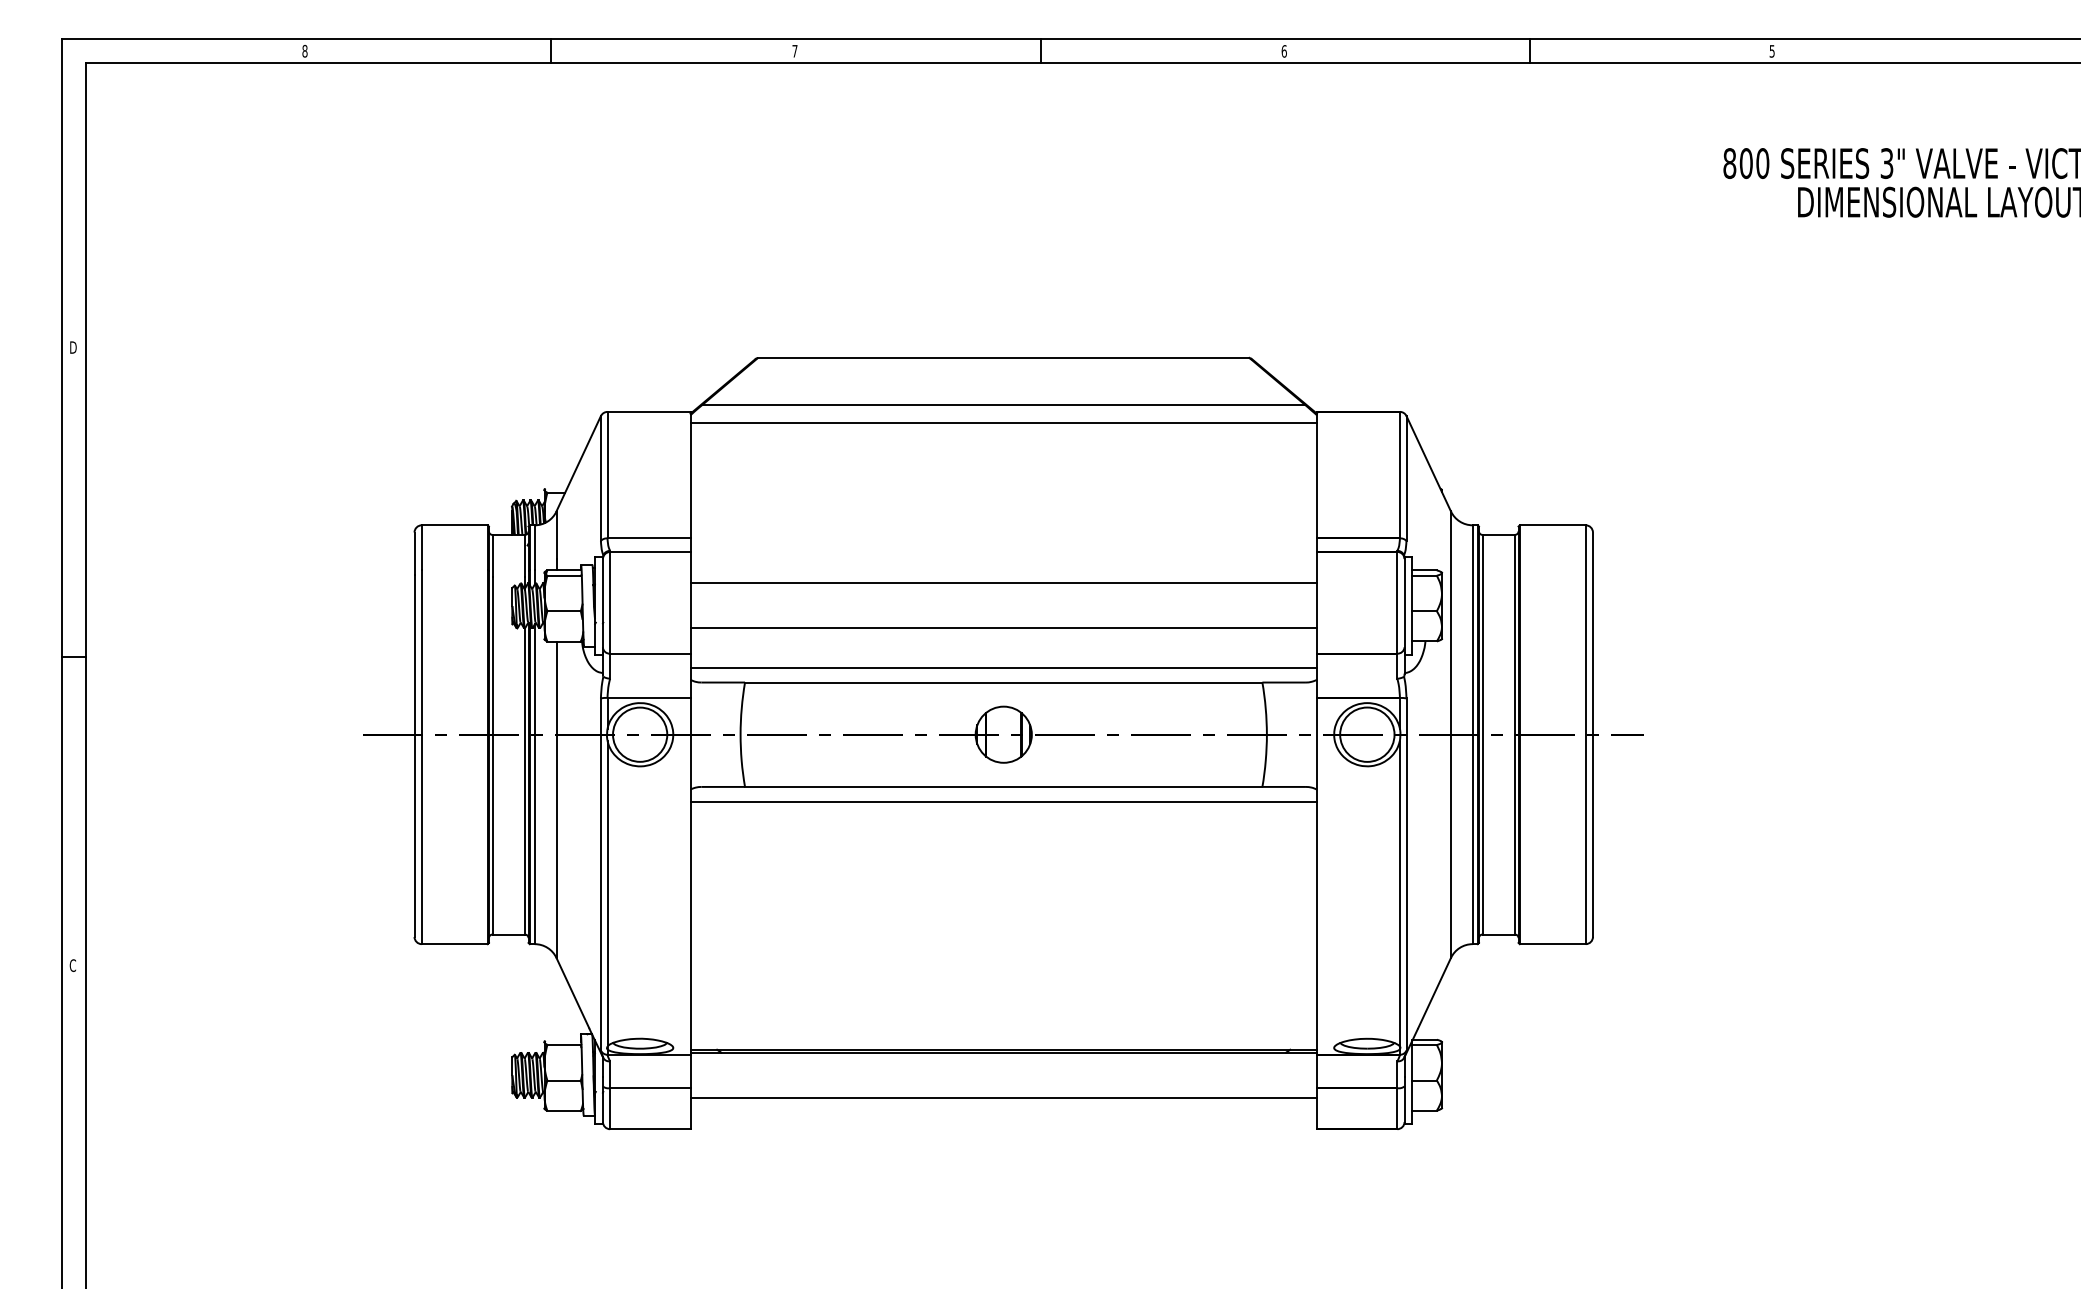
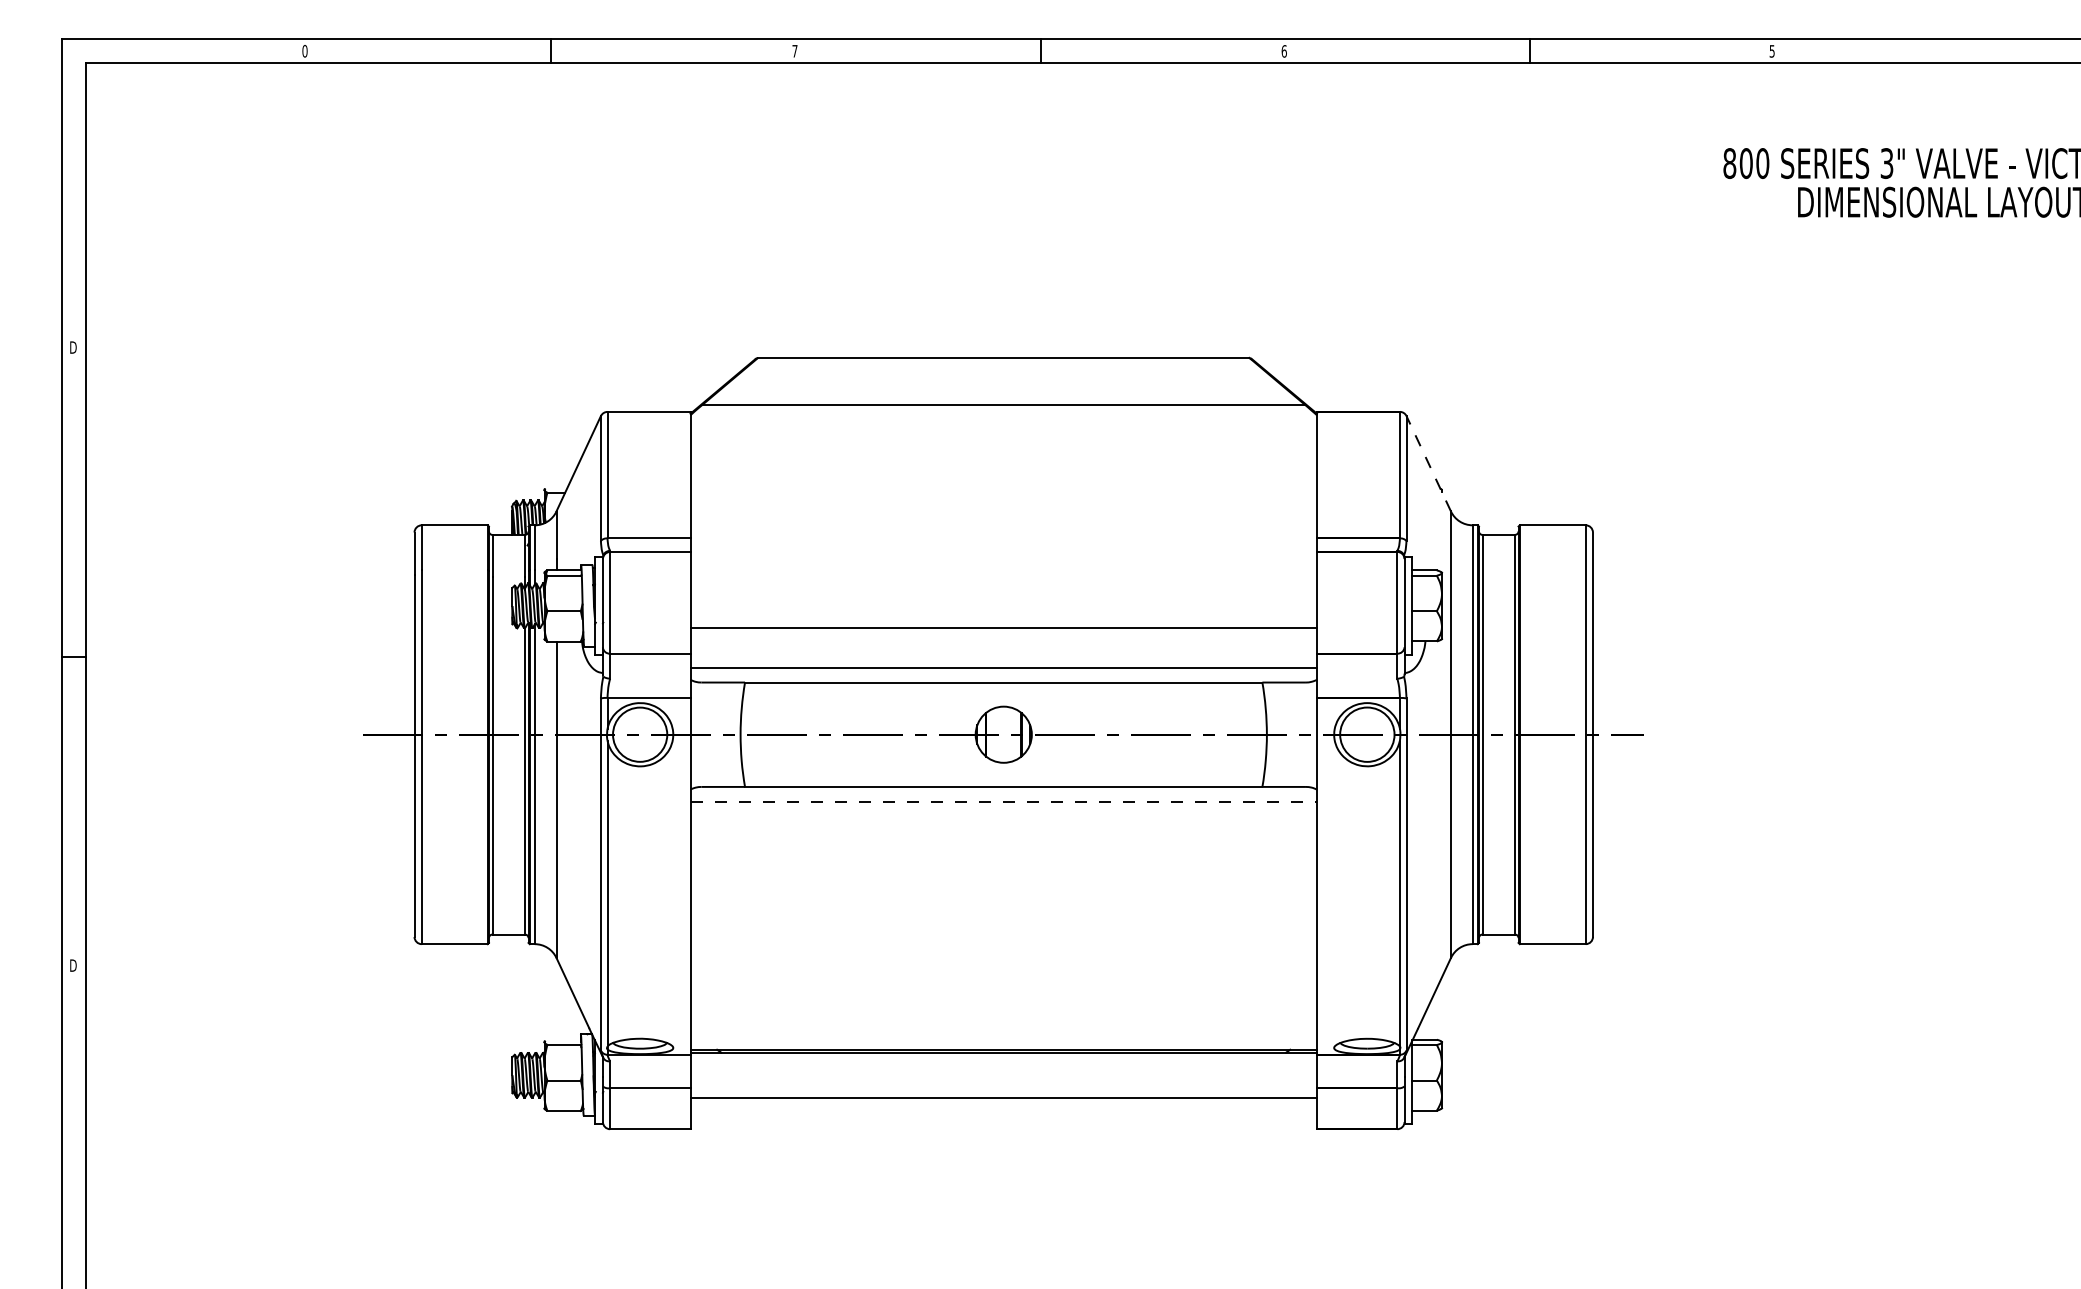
text at (304, 51): 8 -> 0
line at (1003, 422): present -> none
line at (1428, 463): solid -> dashed
line at (1003, 583): present -> none
line at (1004, 801): solid -> dashed
text at (72, 965): C -> D
